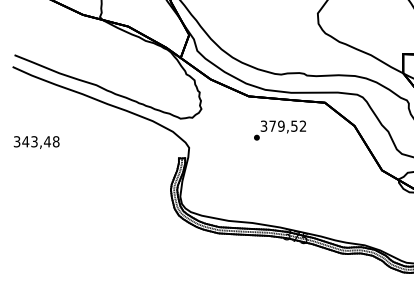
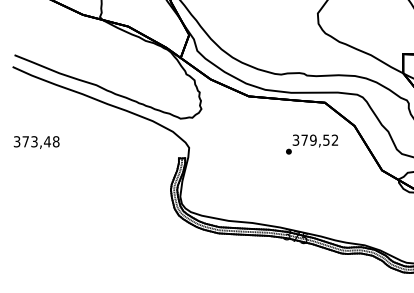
text at (279, 130) position: (279, 130) -> (311, 144)
text at (25, 141): 343,48 -> 373,48
